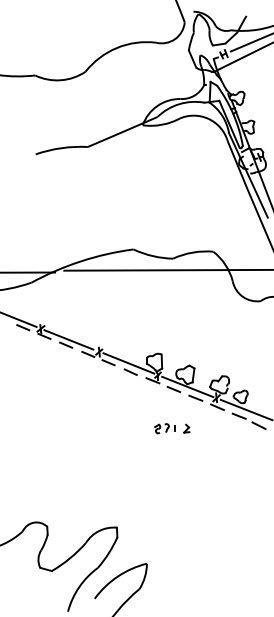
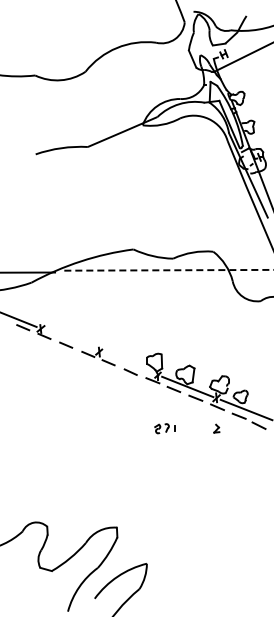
line at (250, 42): present -> none
line at (169, 270): solid -> dashed
line at (68, 339): present -> none
line at (128, 363): present -> none
part at (186, 428) position: (186, 428) -> (216, 428)
